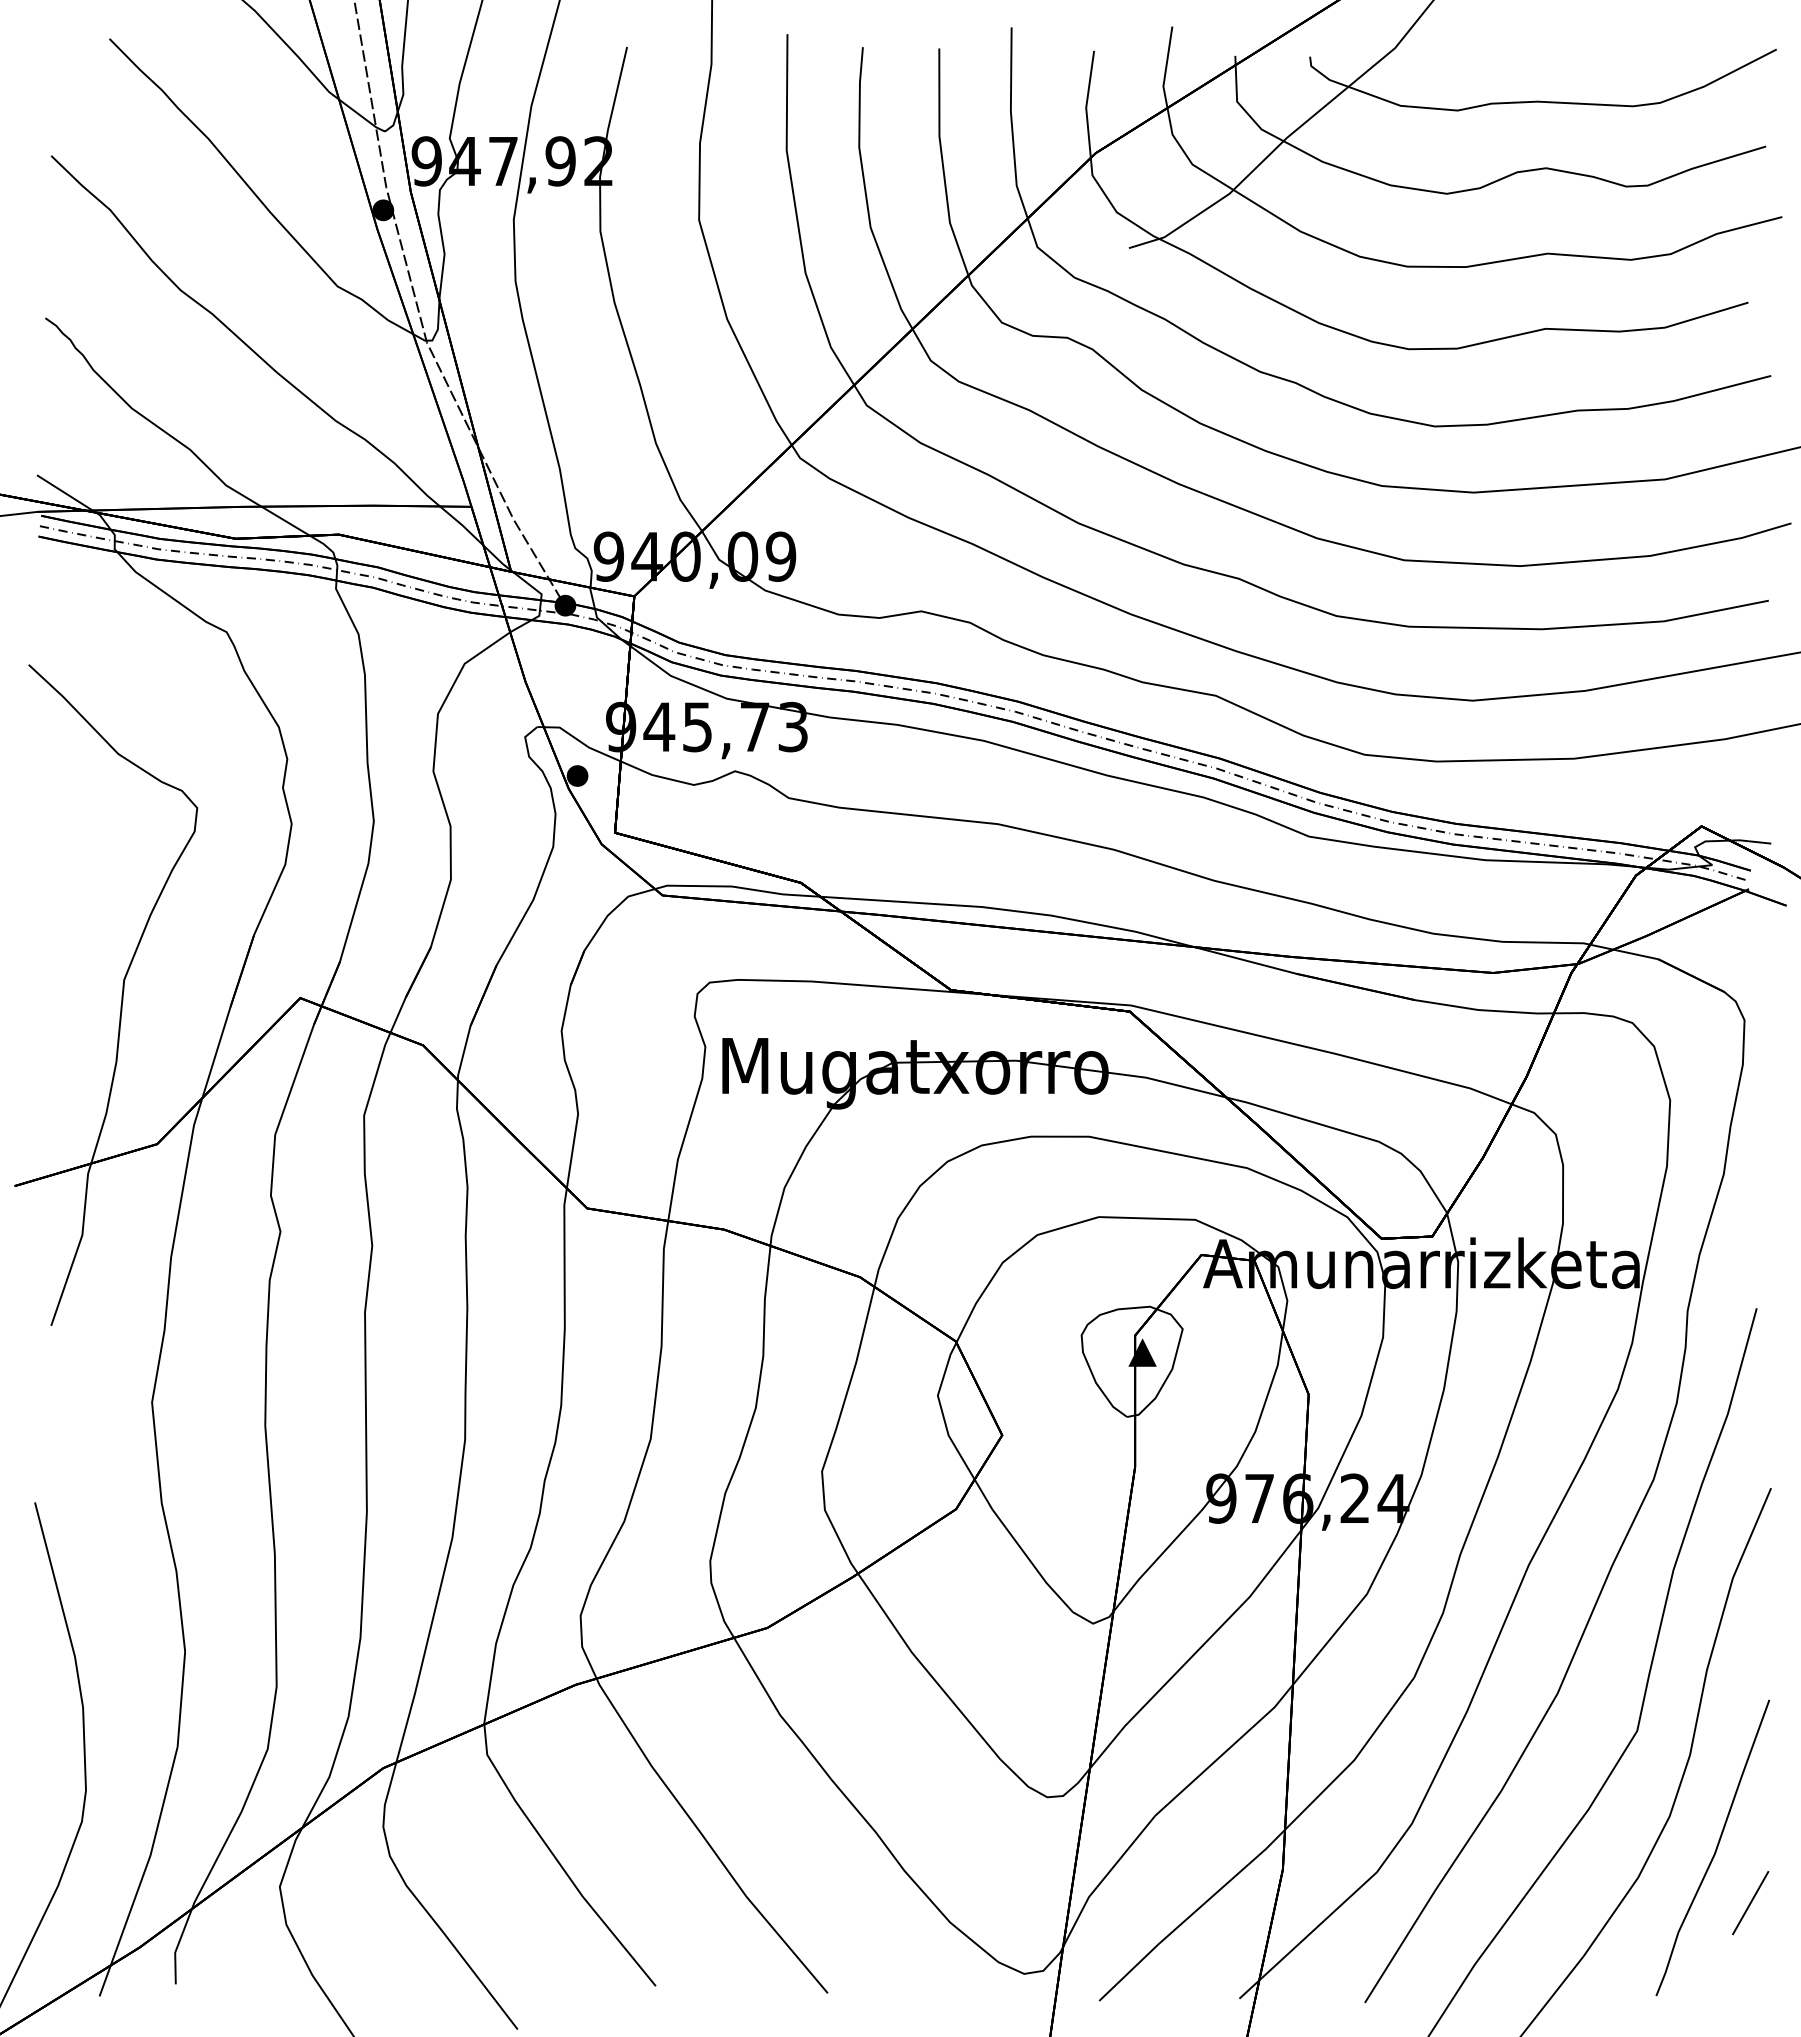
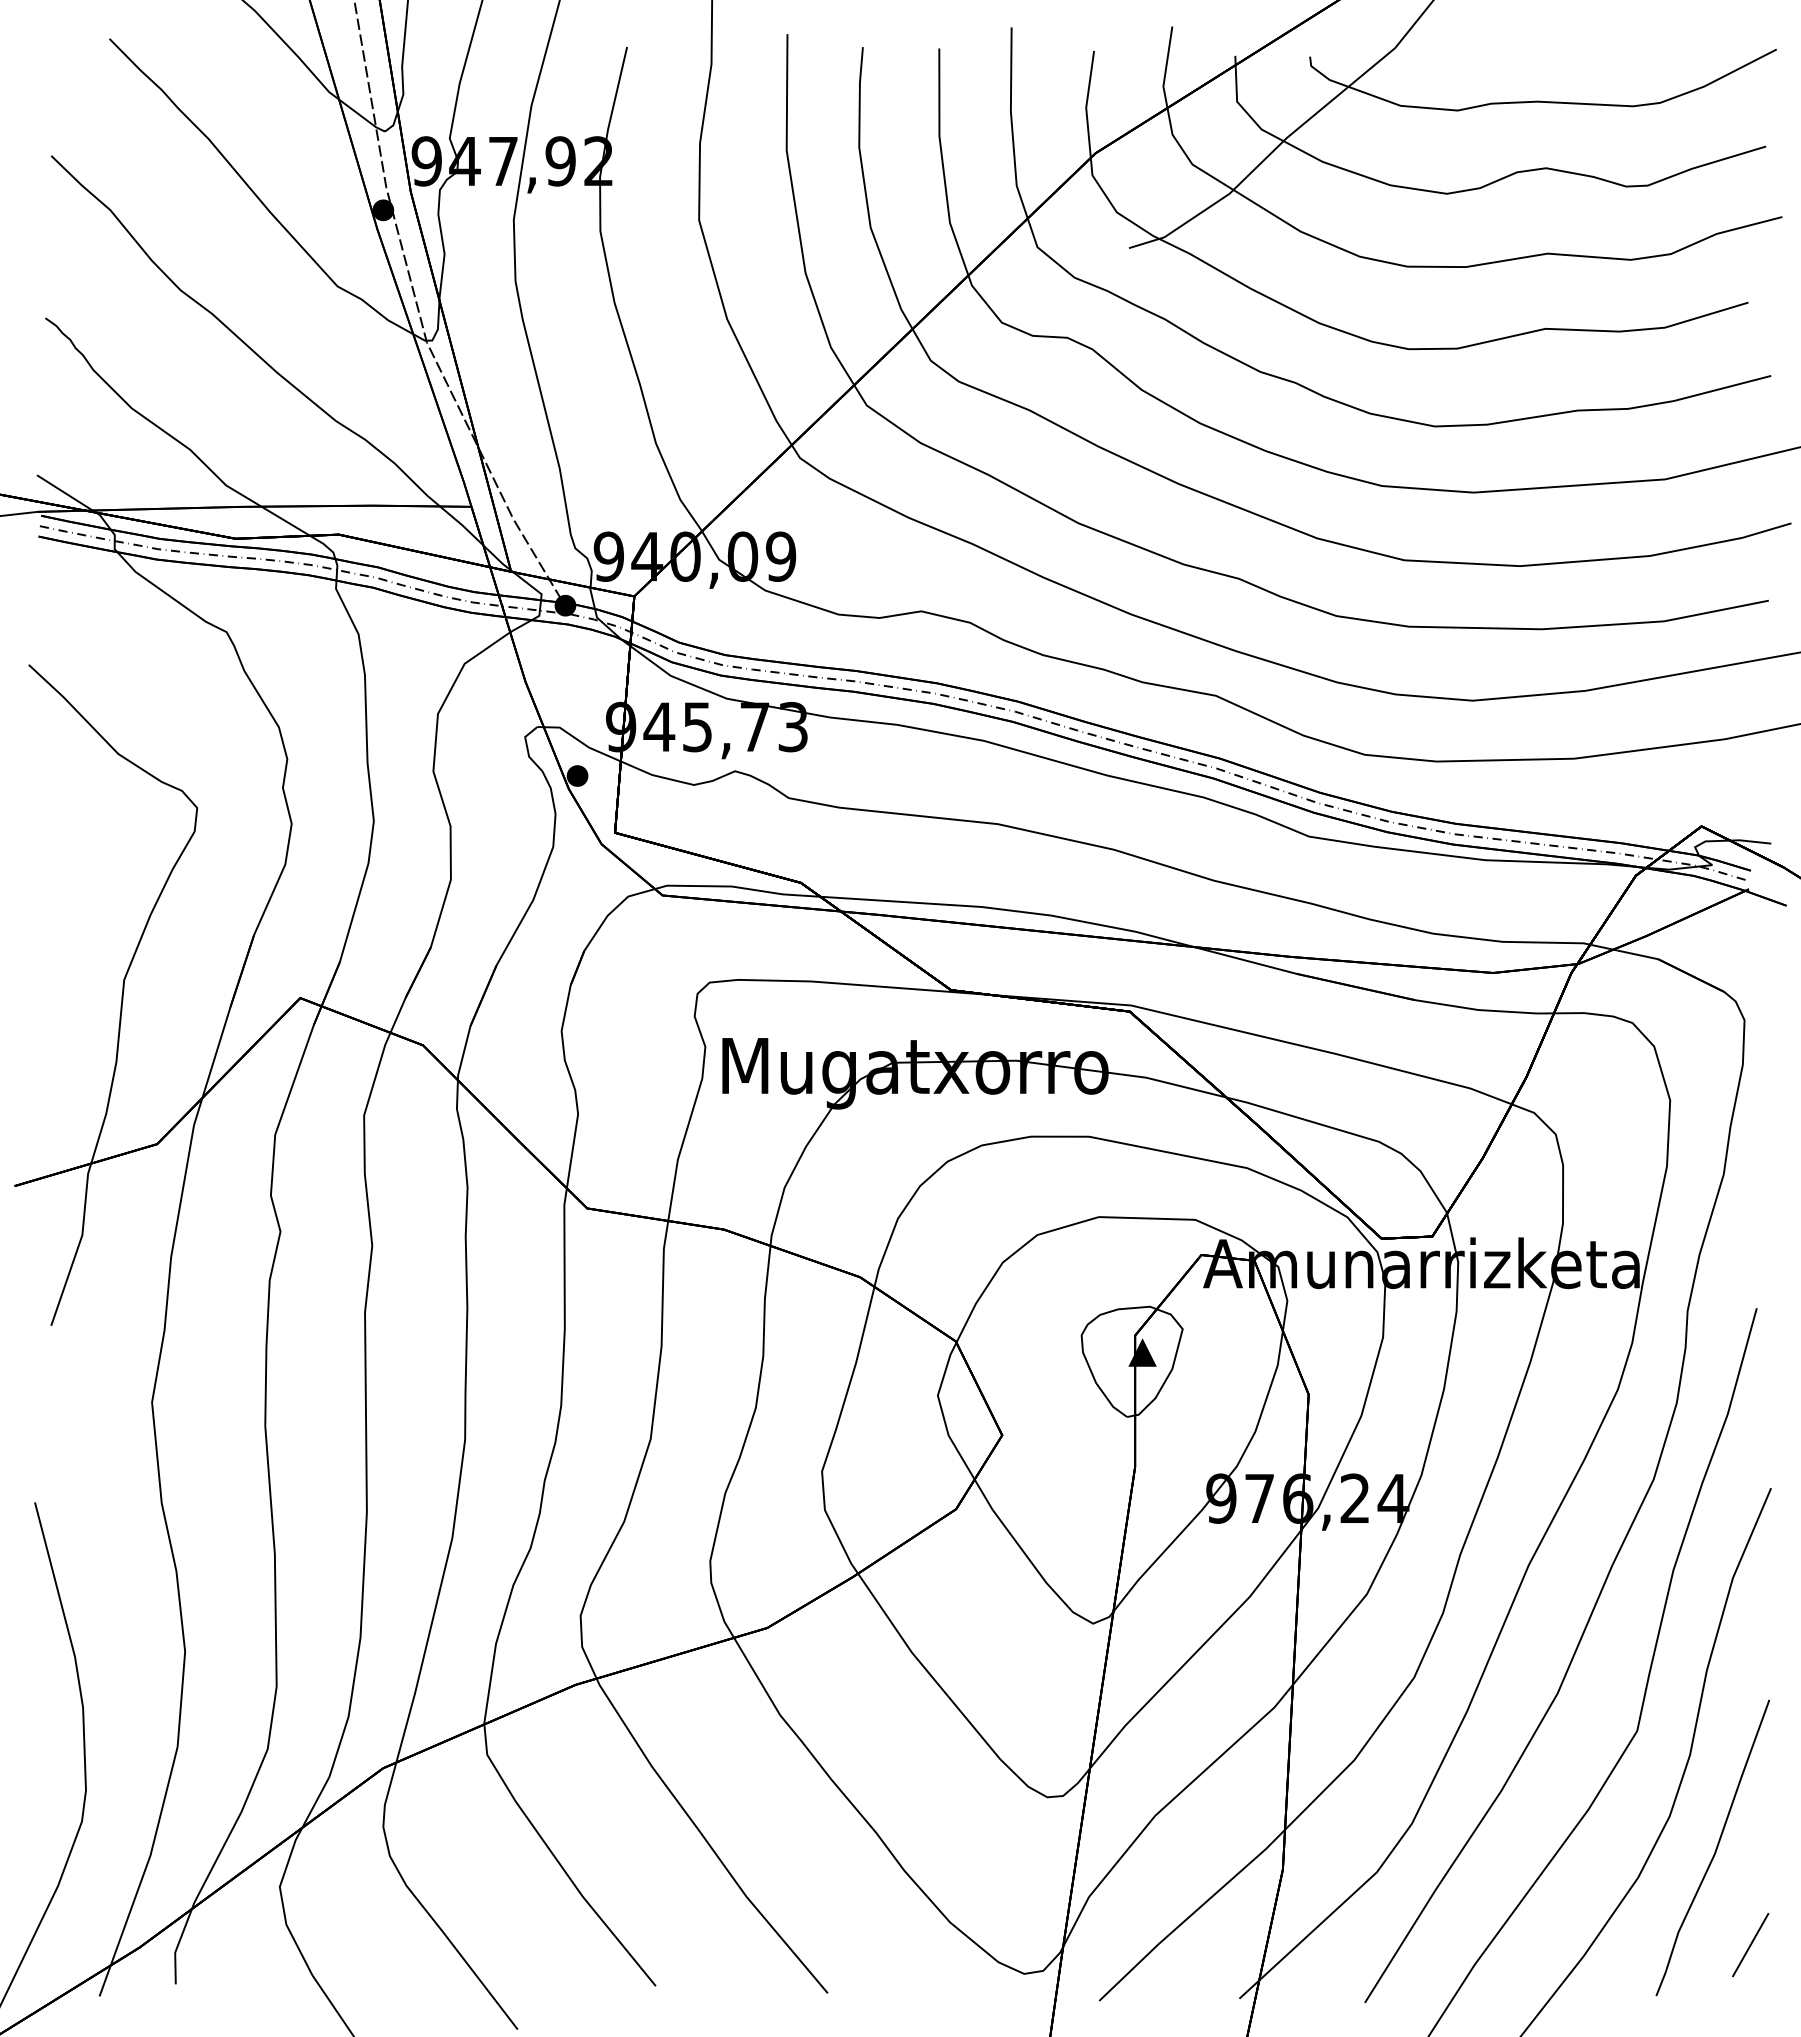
line at (1750, 1903) position: (1750, 1903) -> (1750, 1945)
